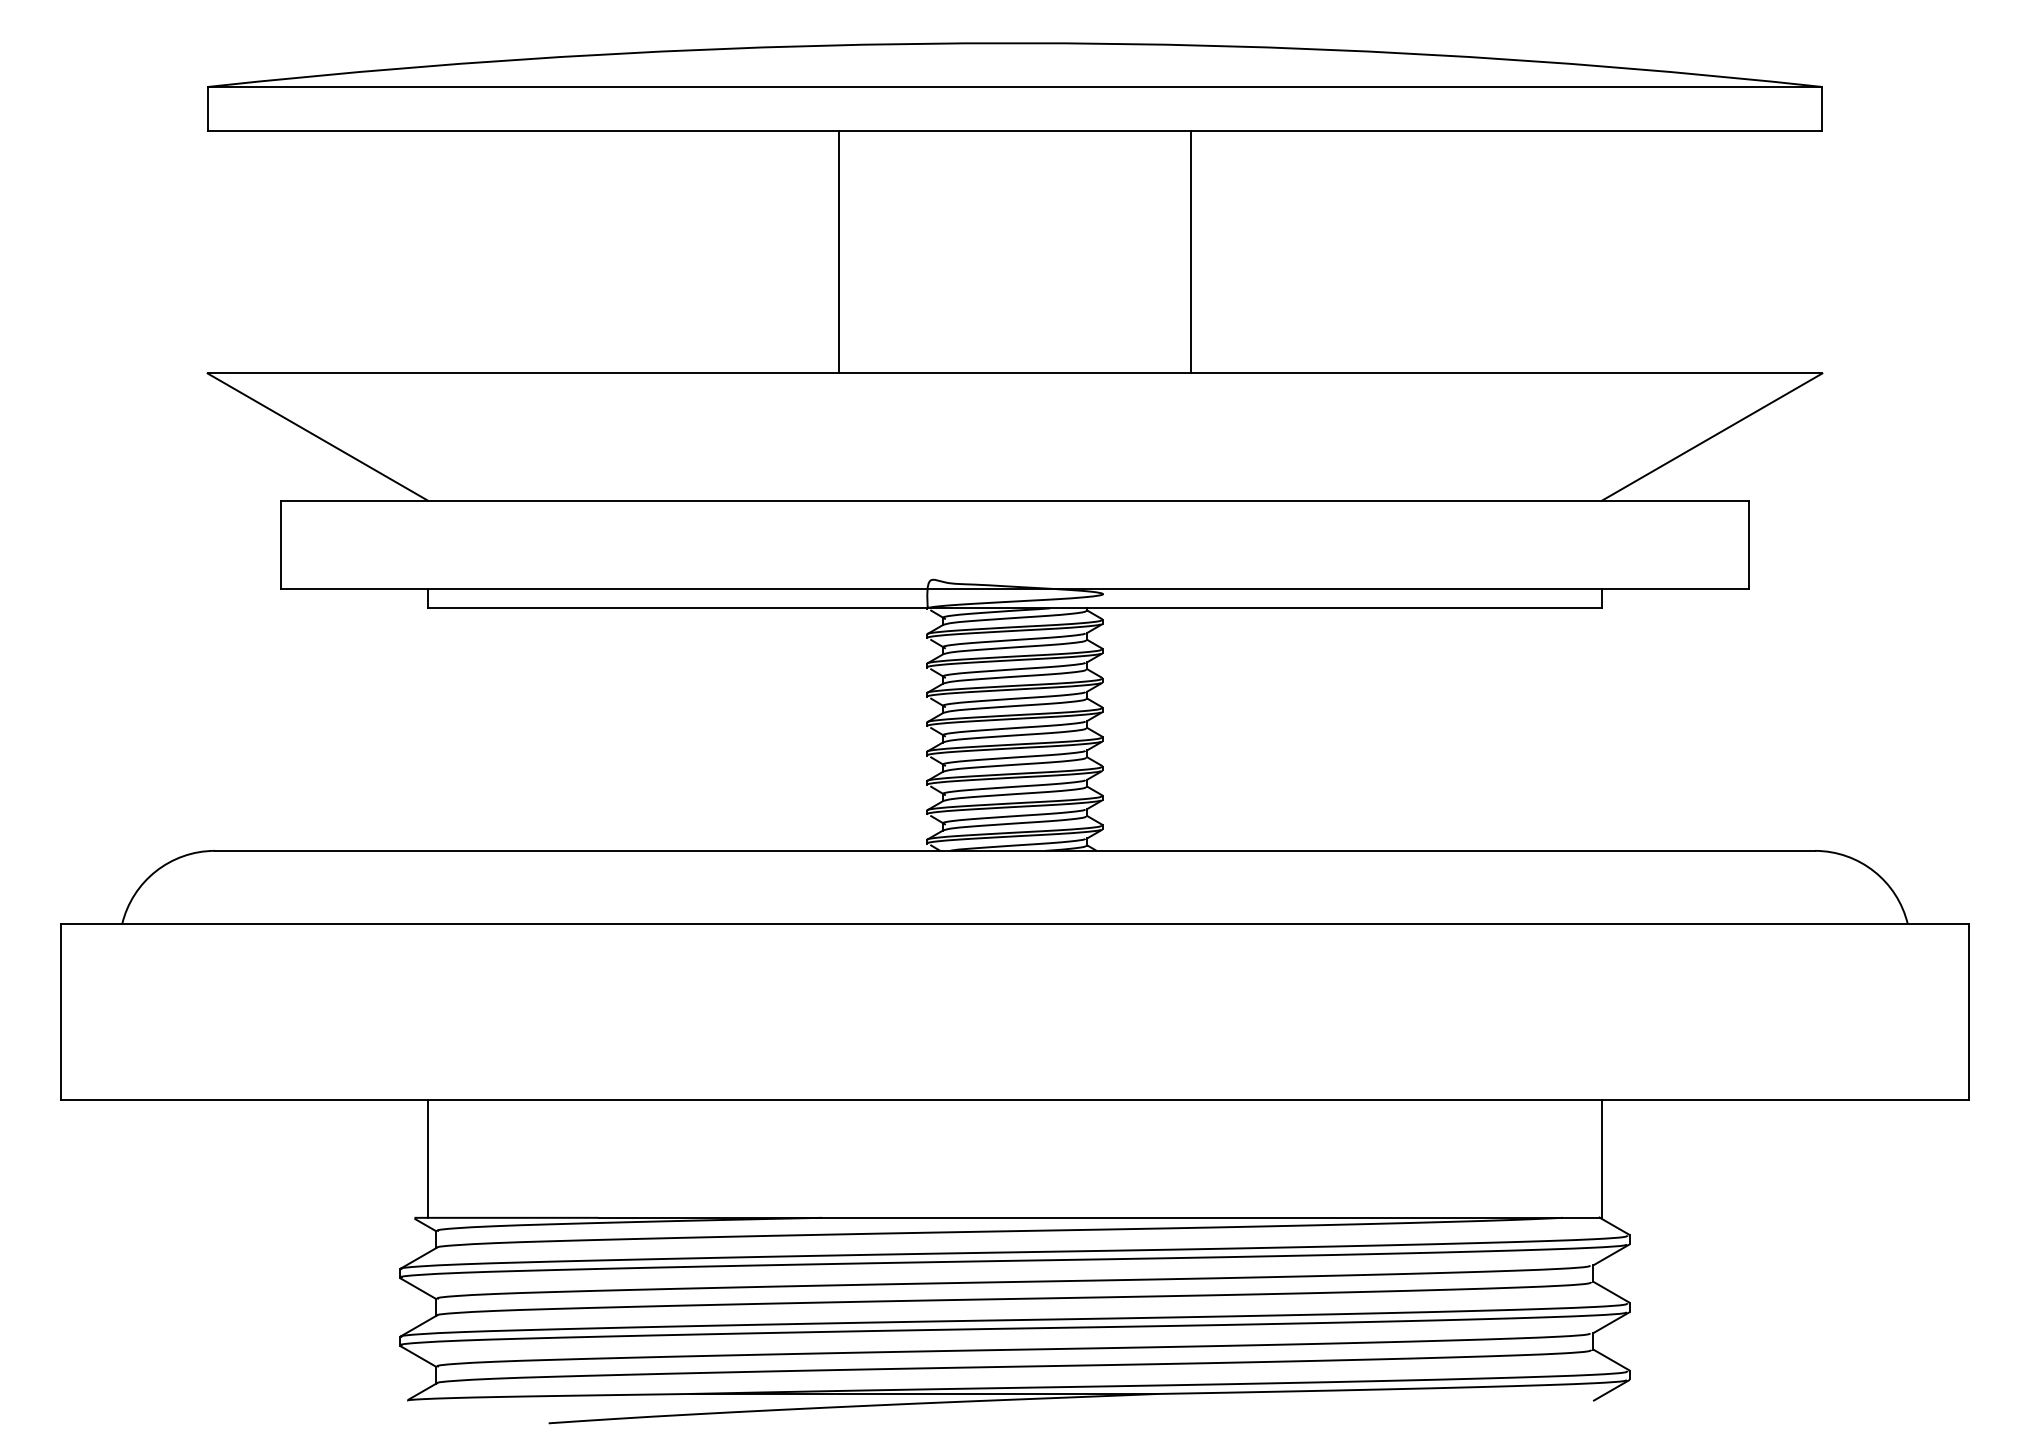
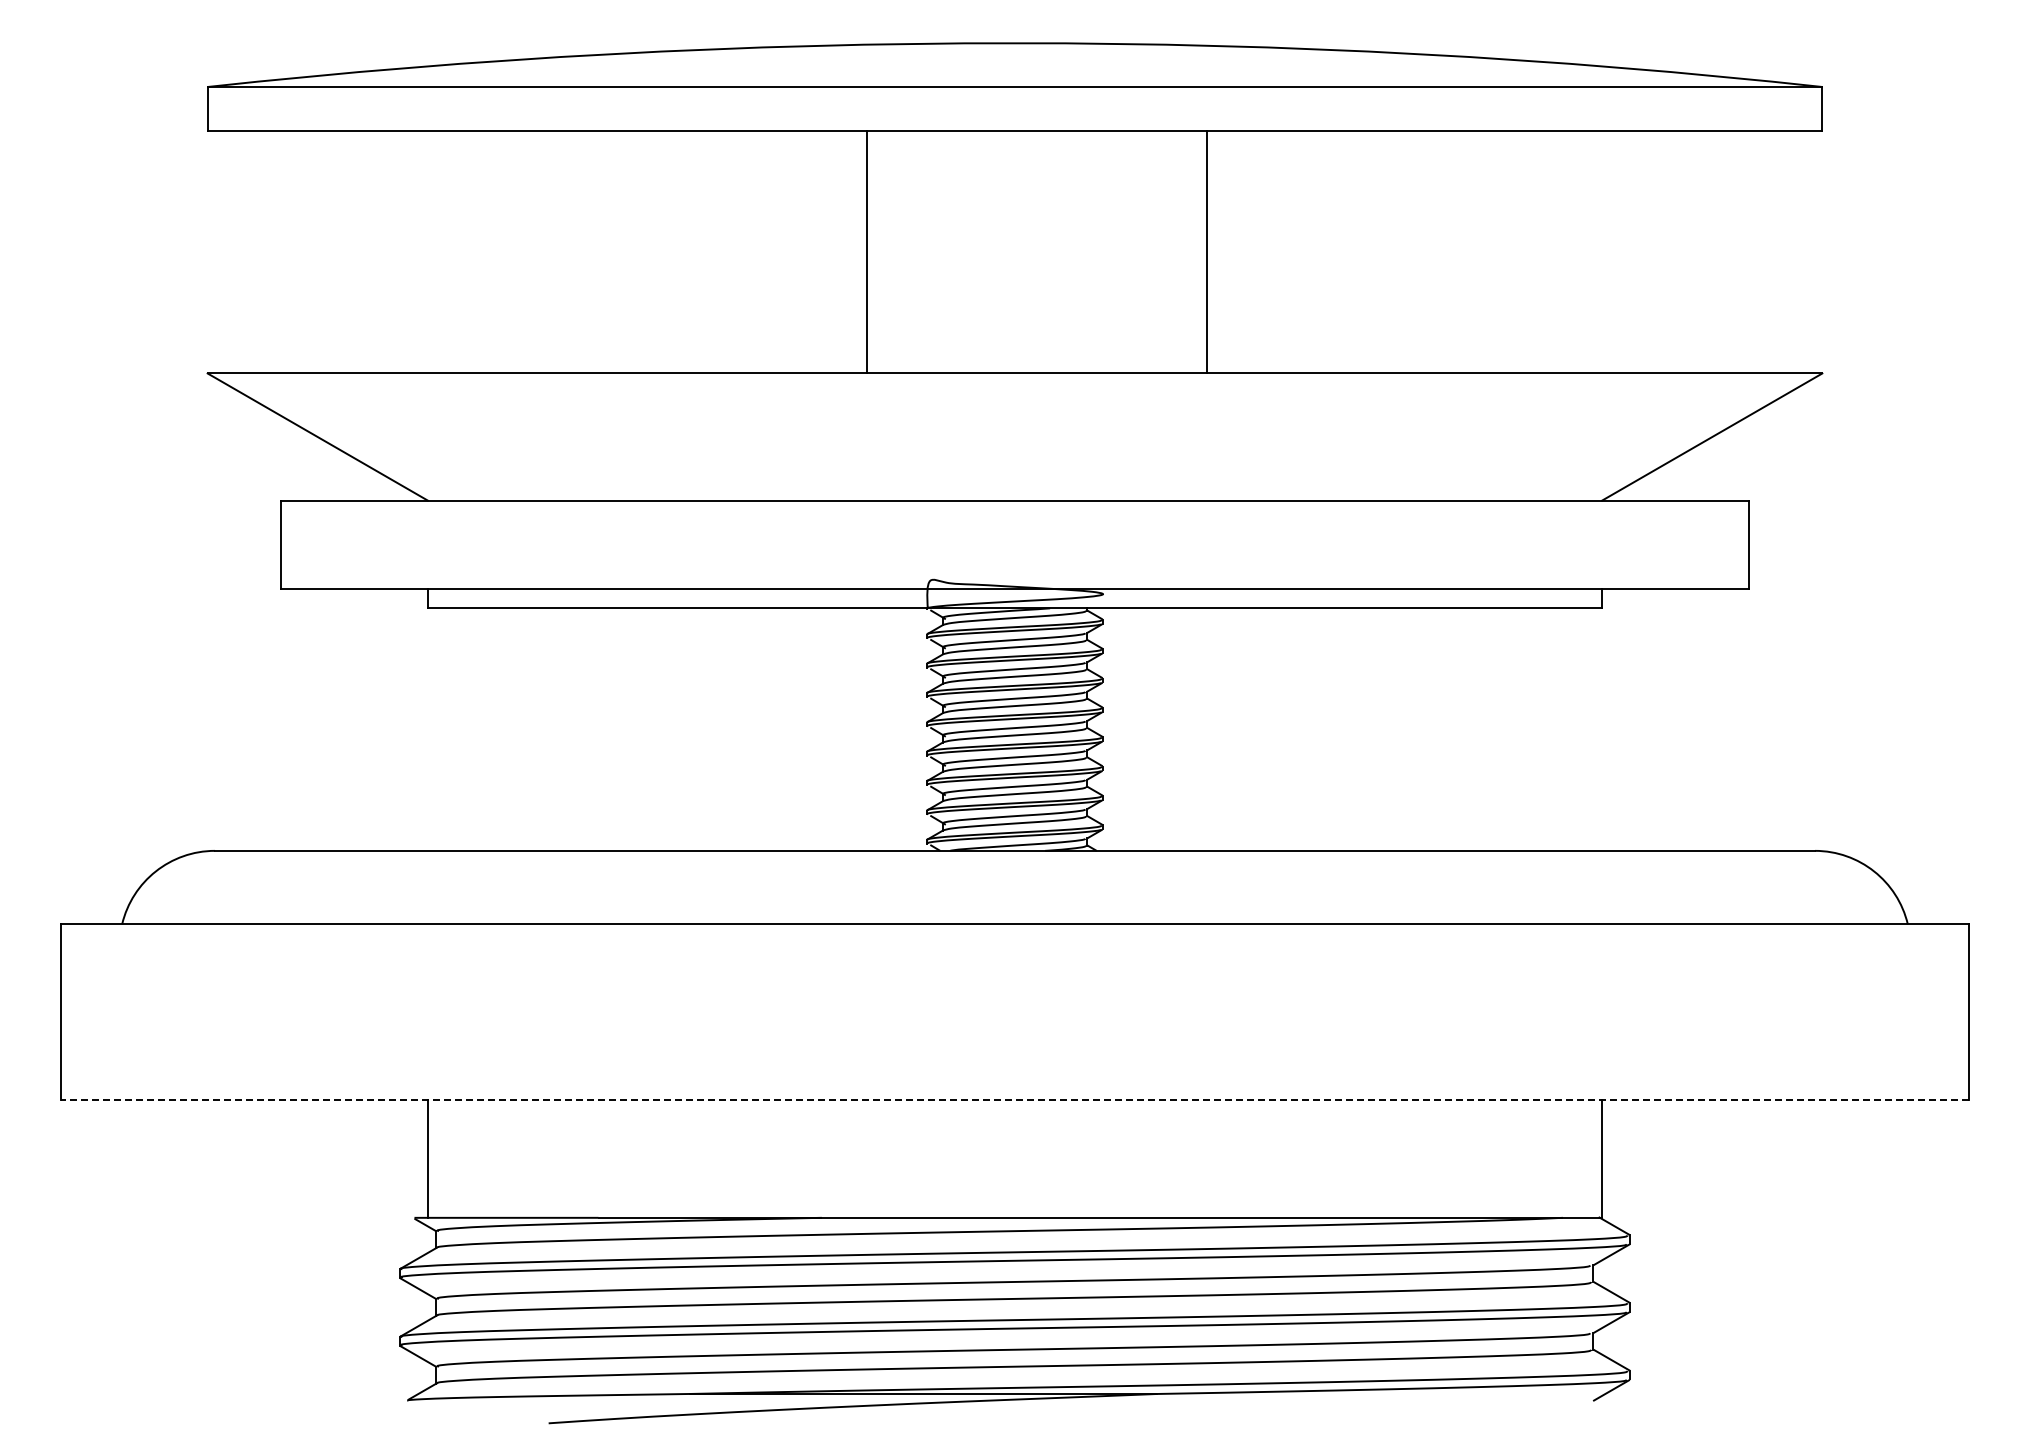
line at (838, 252) position: (838, 252) -> (866, 252)
line at (1191, 252) position: (1191, 252) -> (1207, 252)
line at (1014, 1100): solid -> dashed
